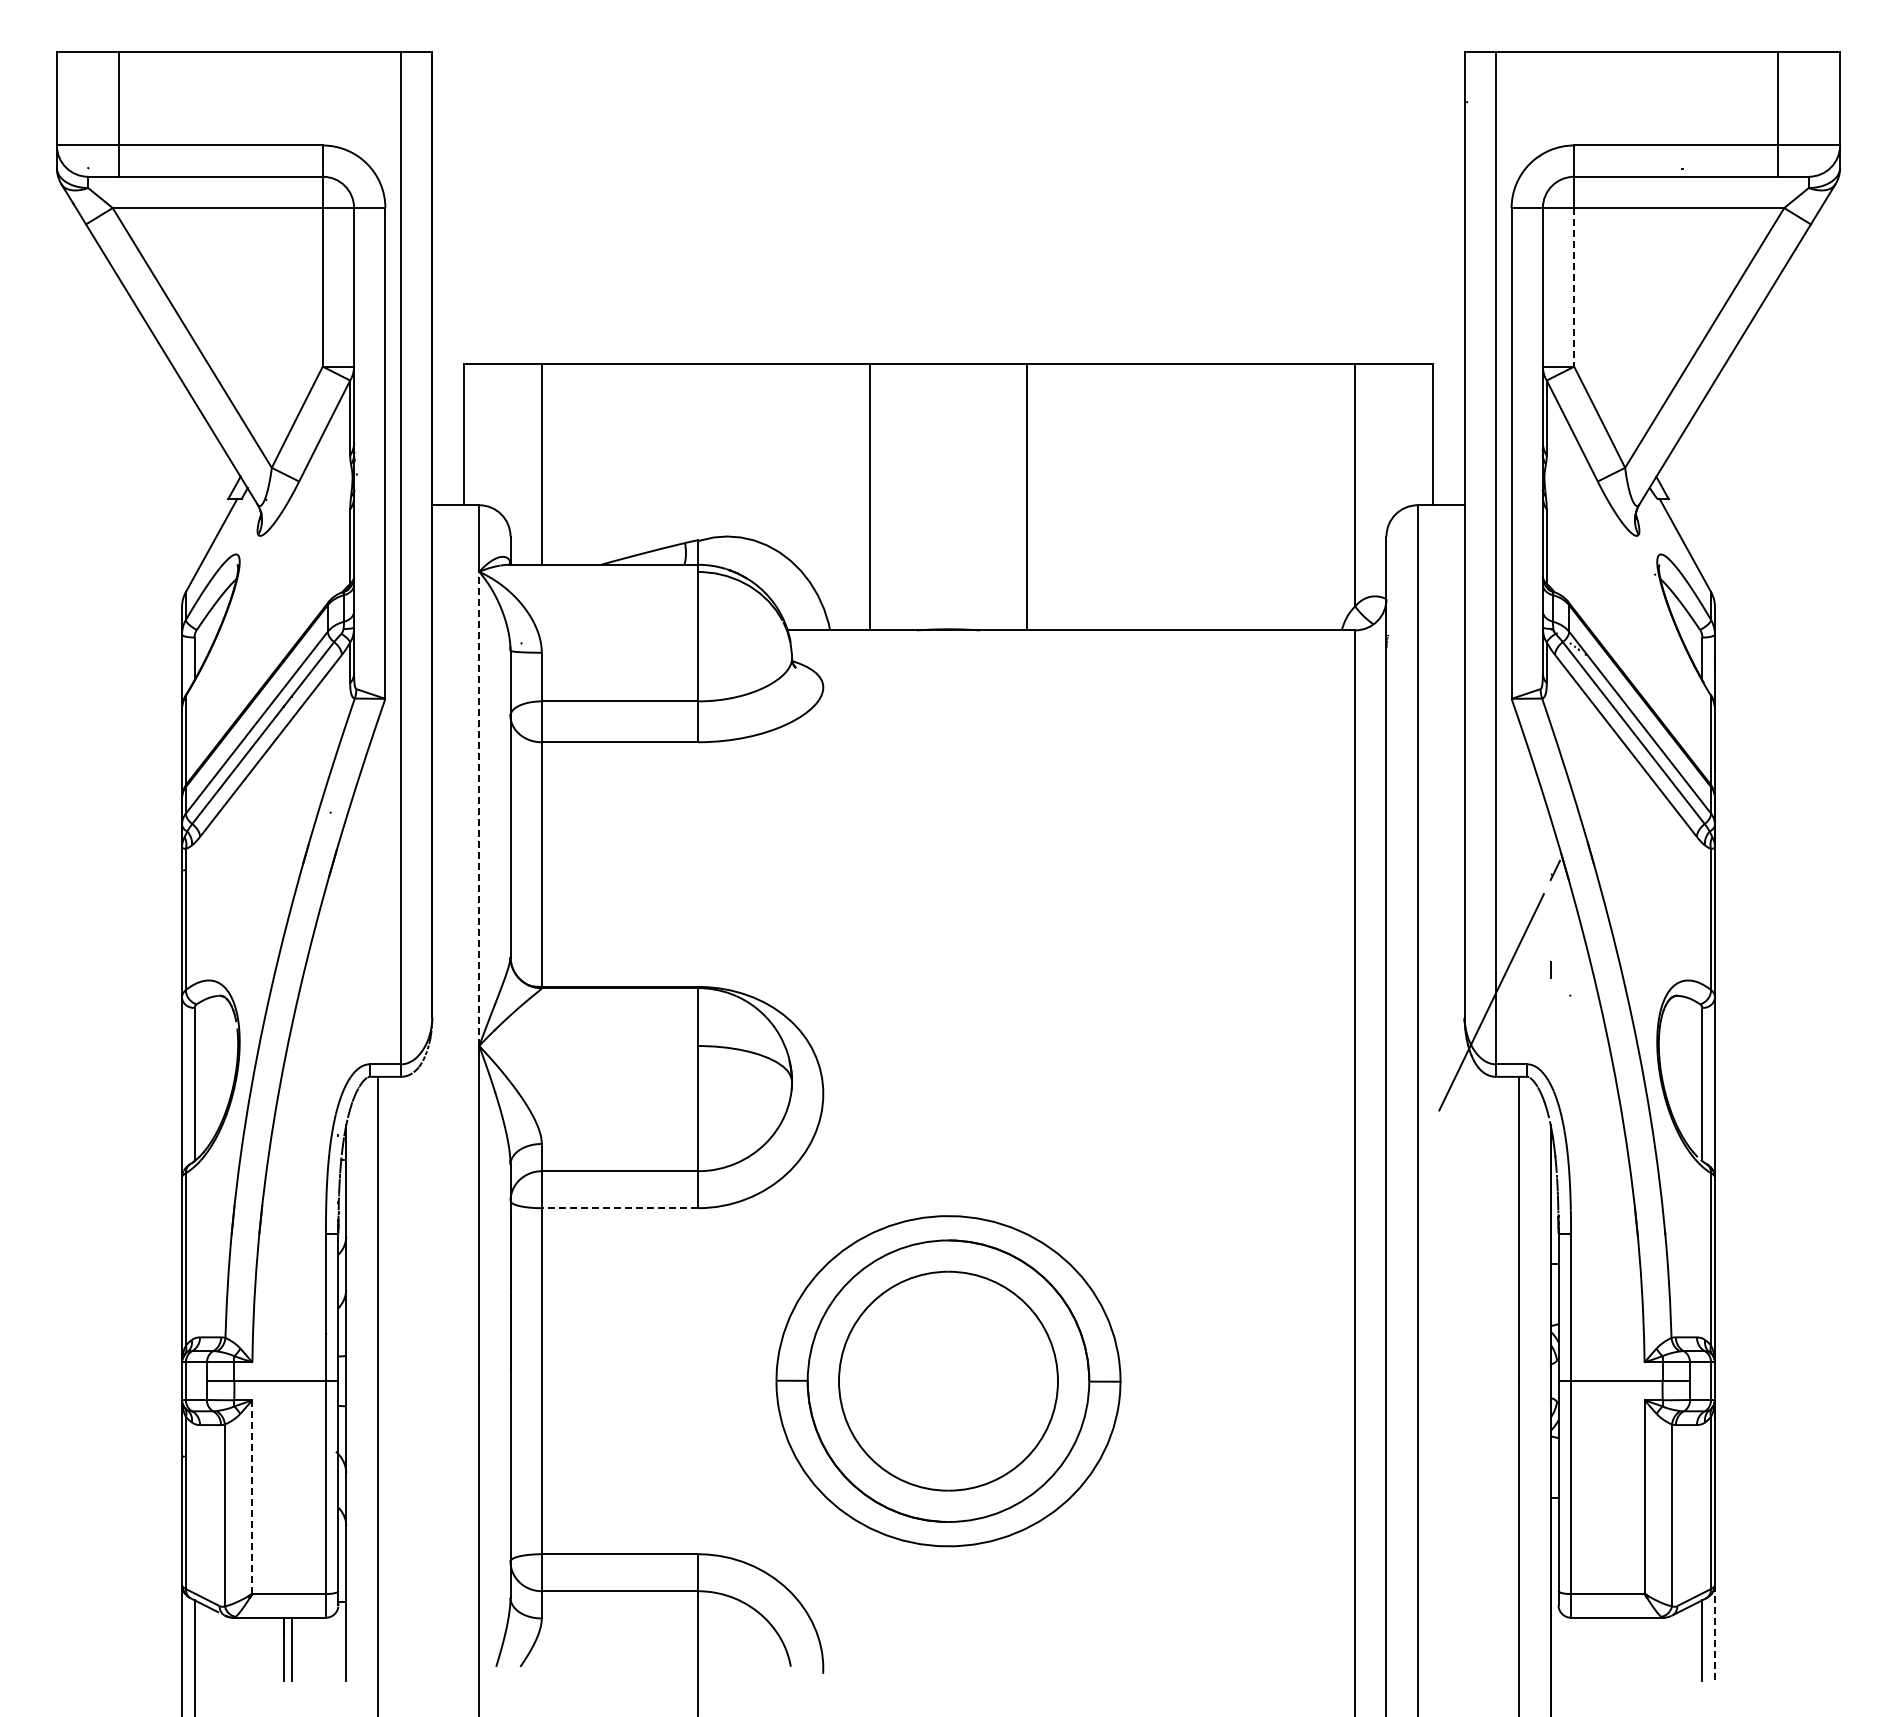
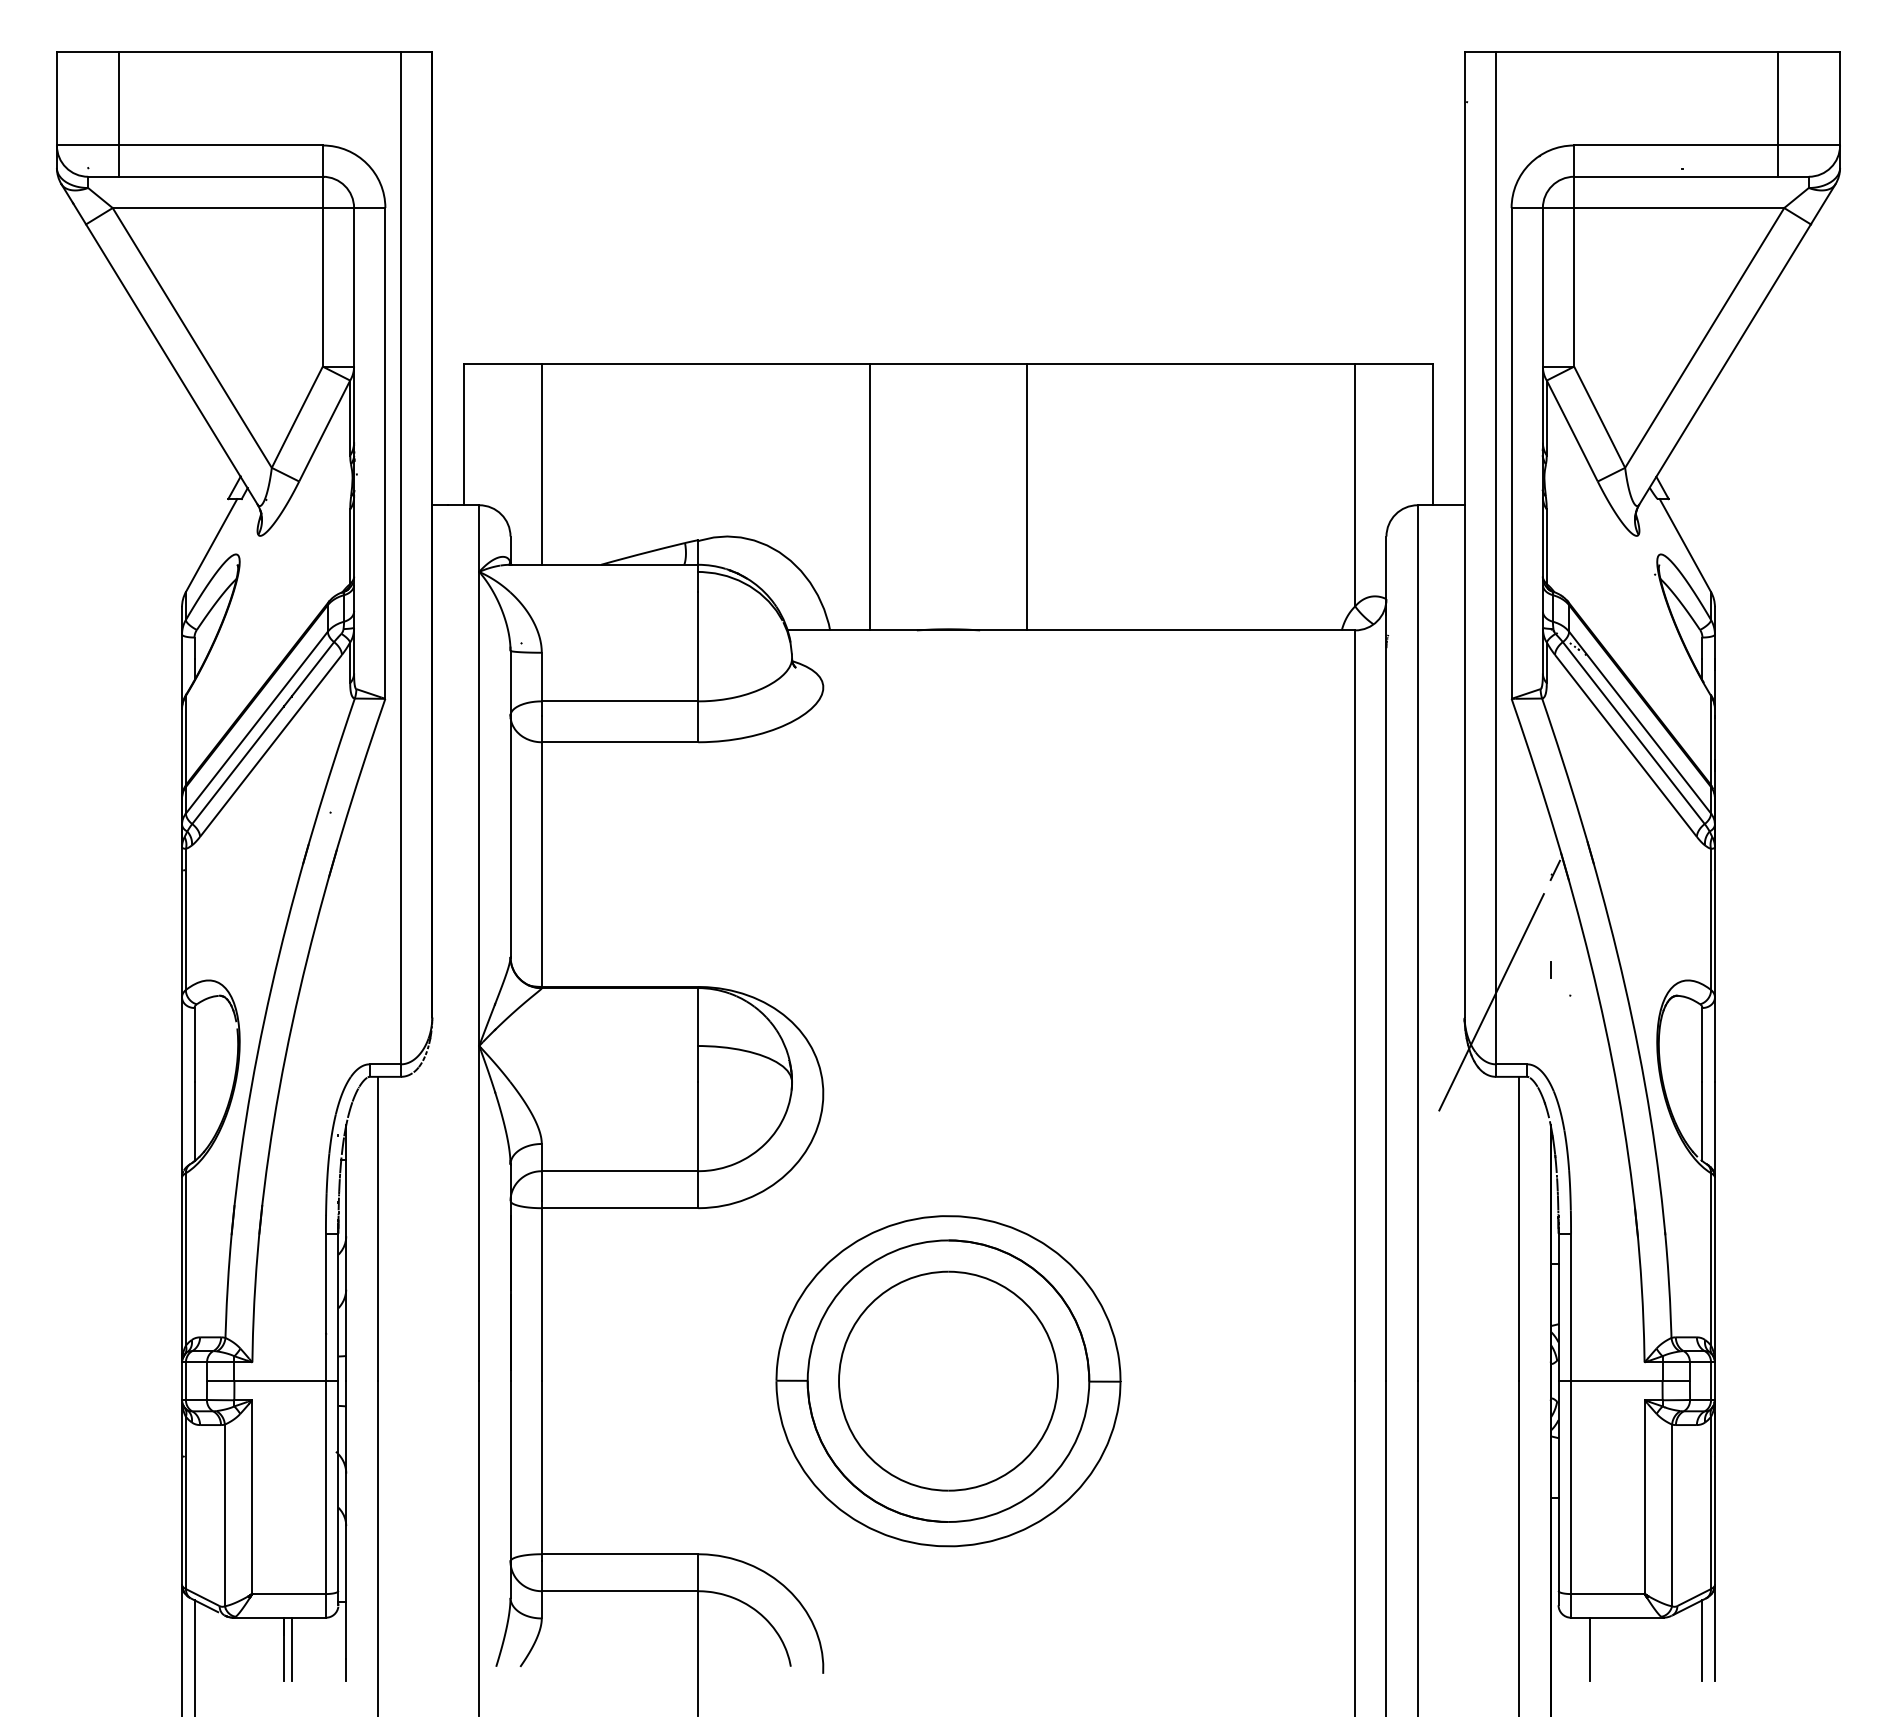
line at (1574, 287): dashed -> solid
line at (479, 808): dashed -> solid
line at (619, 1208): dashed -> solid
line at (252, 1497): dashed -> solid
line at (1714, 1632): dashed -> solid
line at (1589, 1648): none -> present
